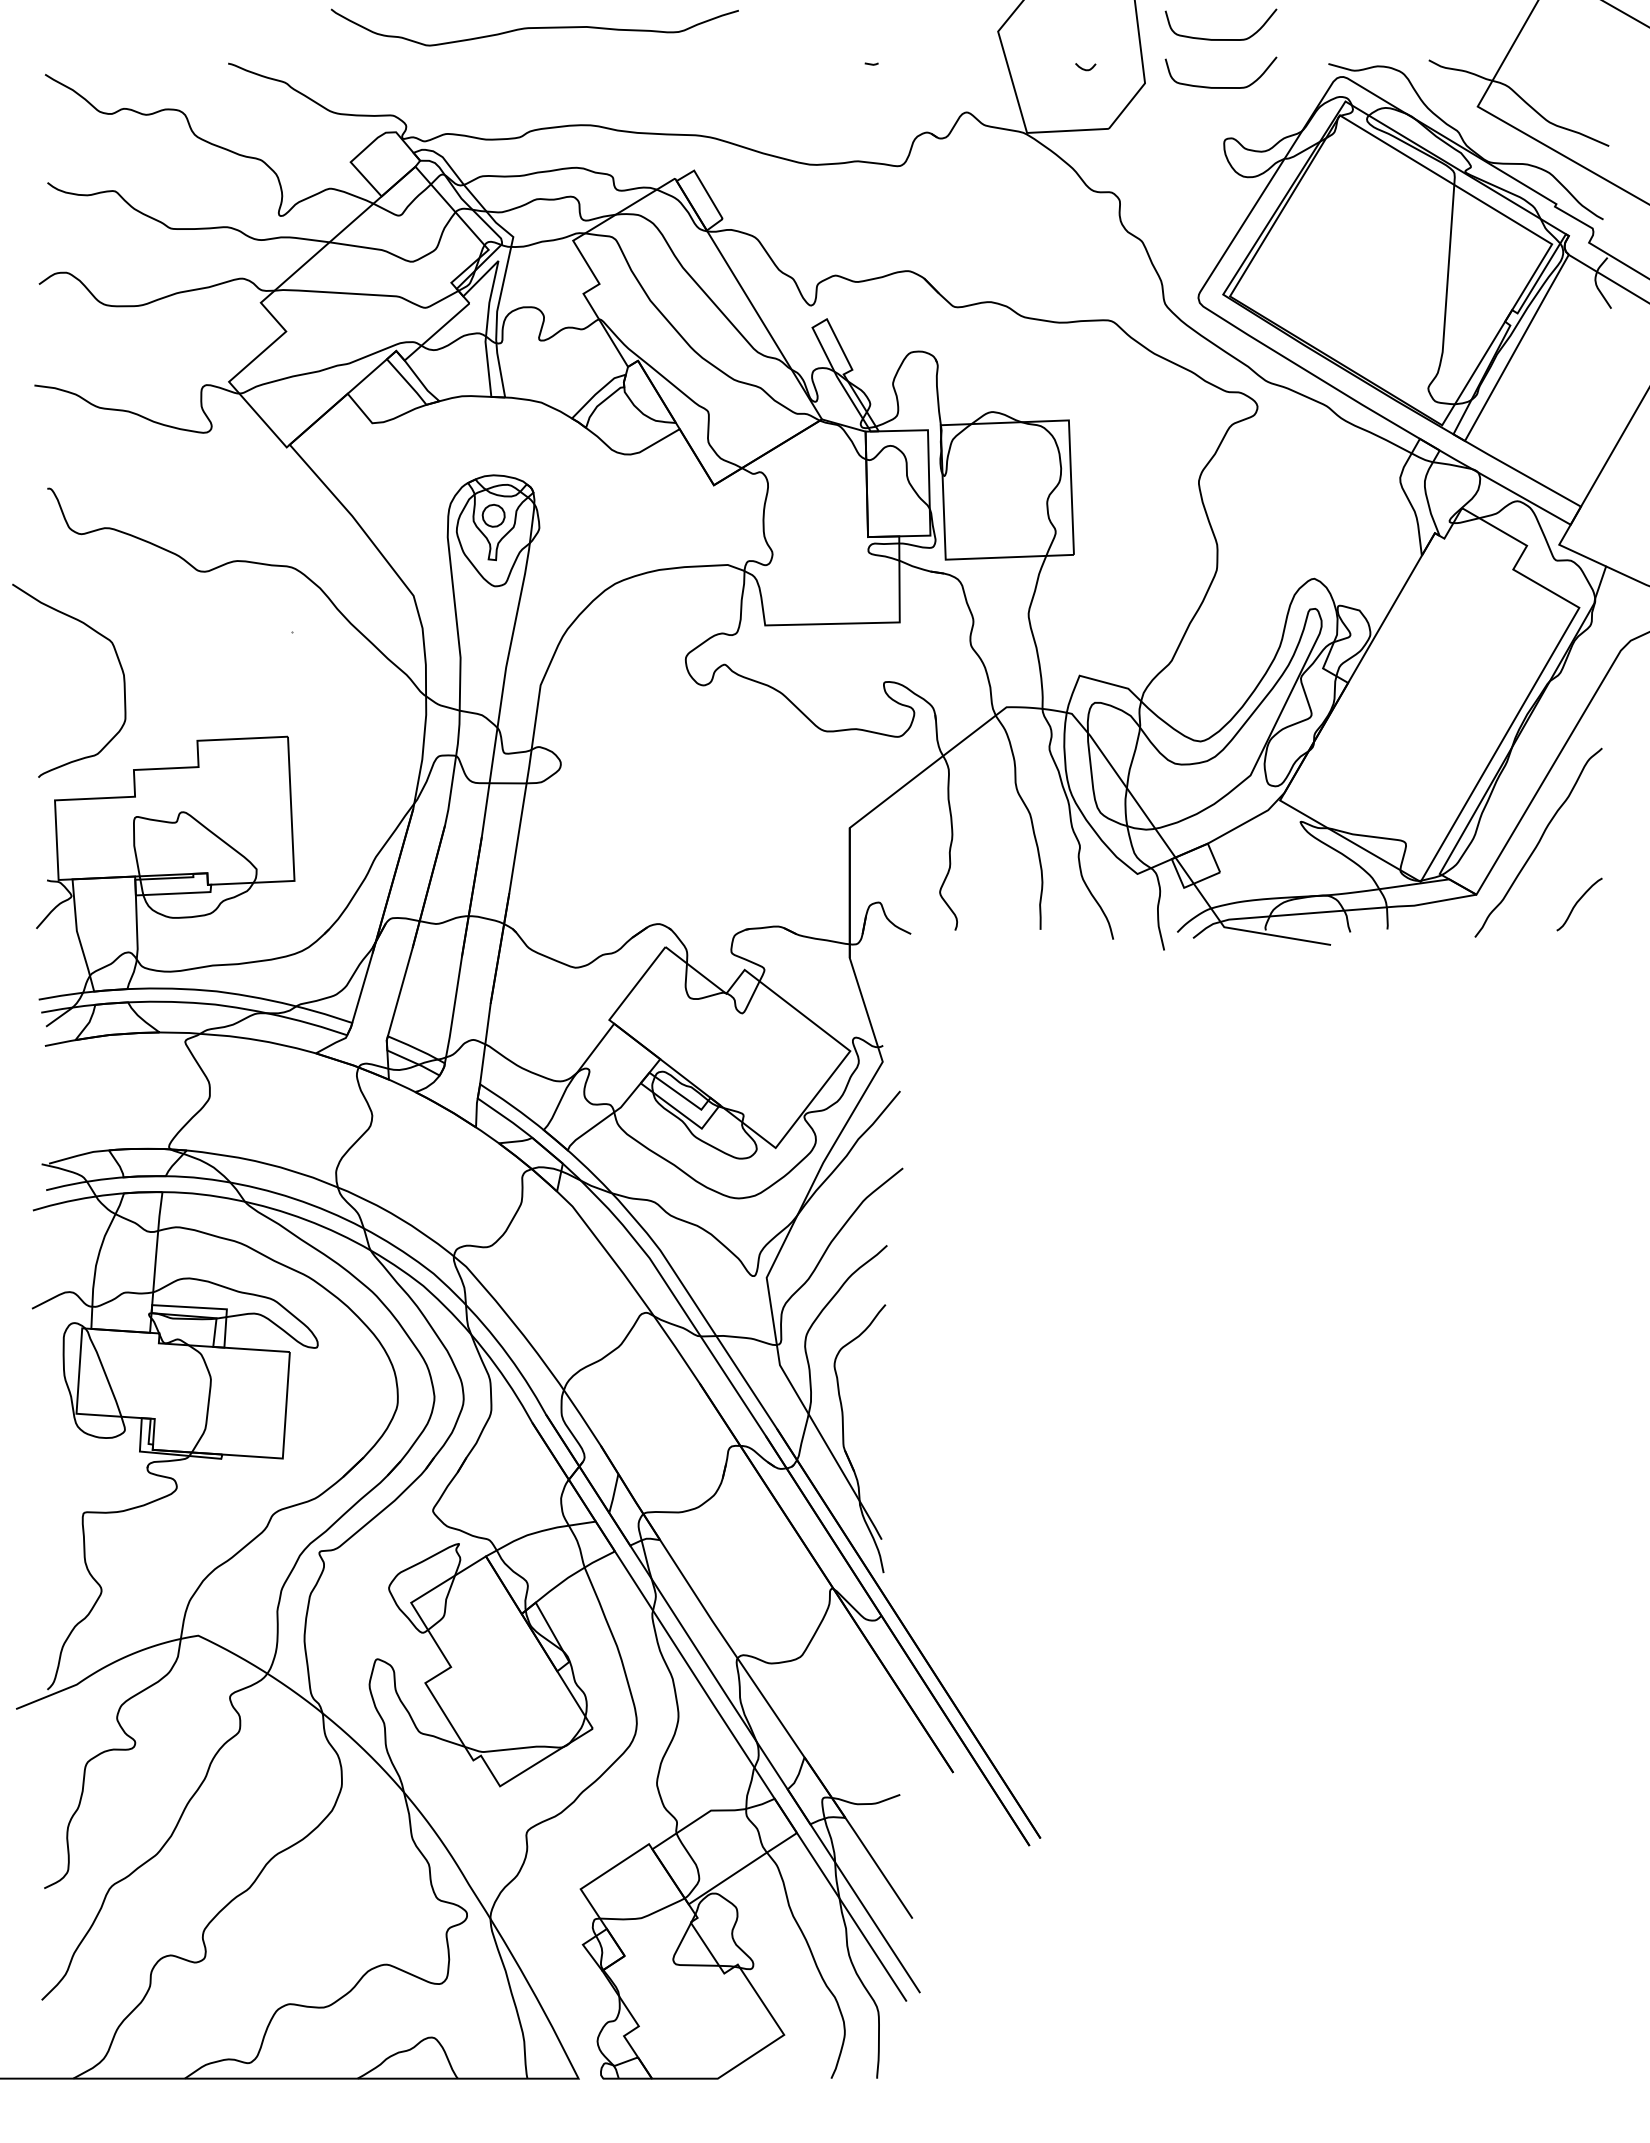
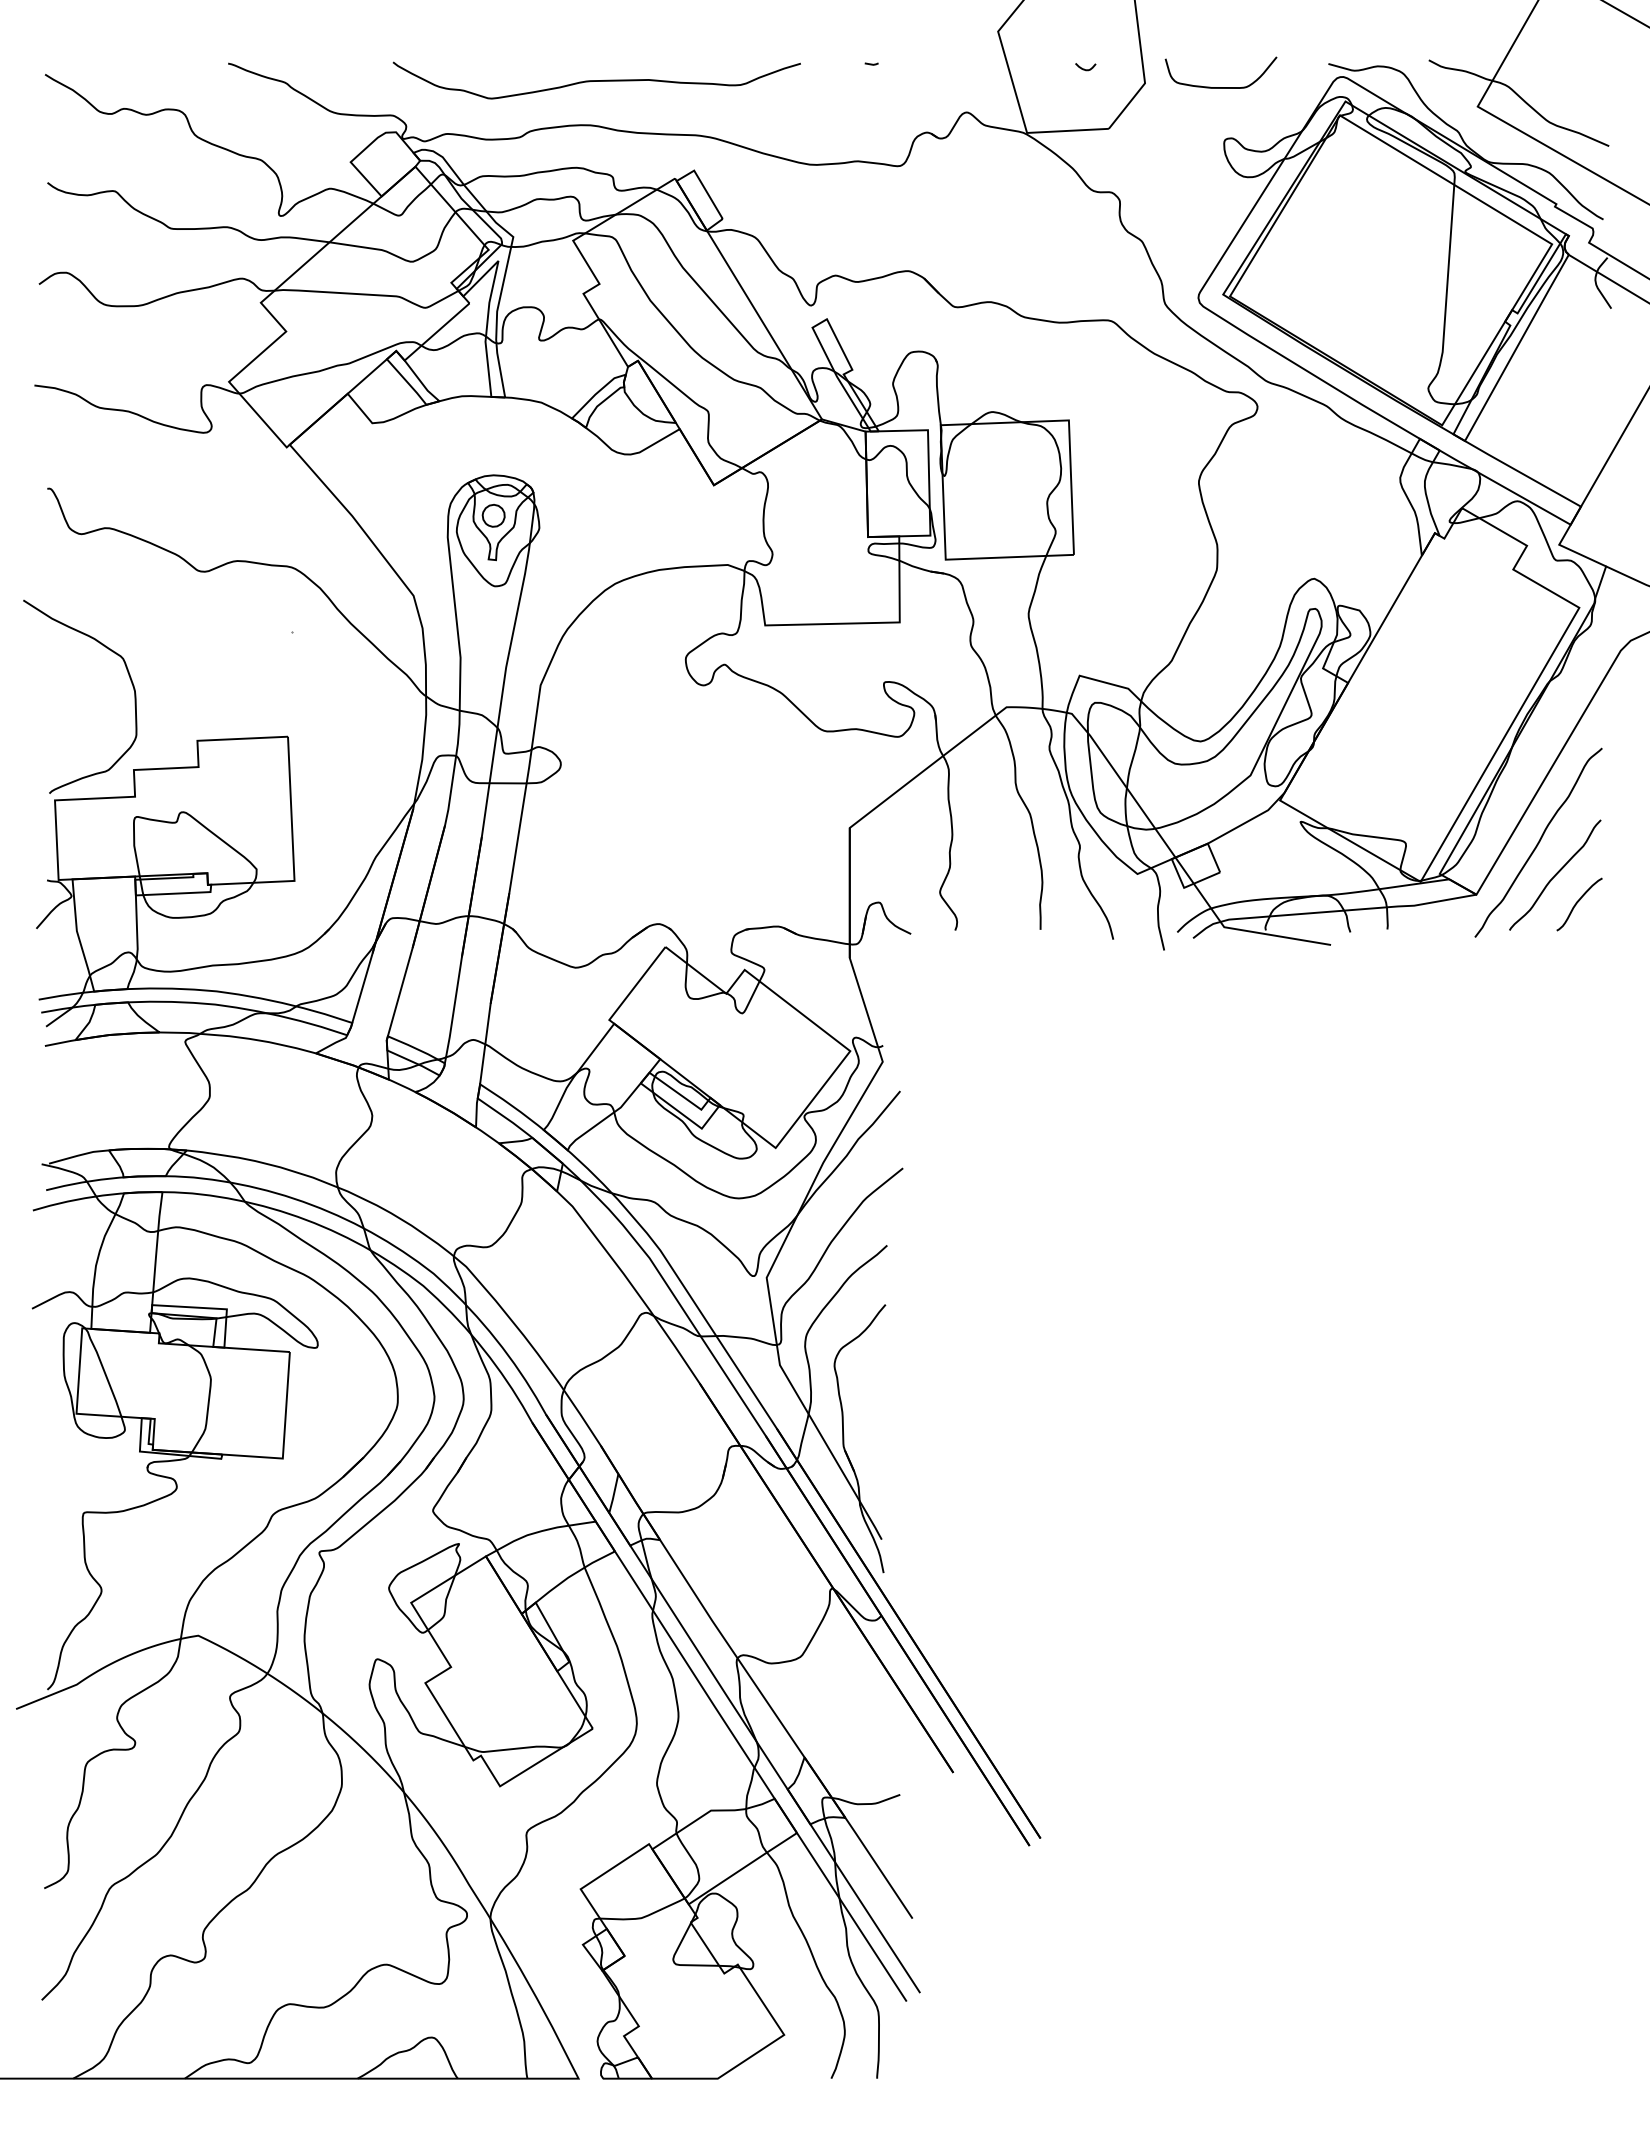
curve at (534, 27) position: (534, 27) -> (596, 80)
curve at (1220, 39): present -> none
curve at (118, 662) position: (118, 662) -> (129, 678)
curve at (1555, 874): none -> present
